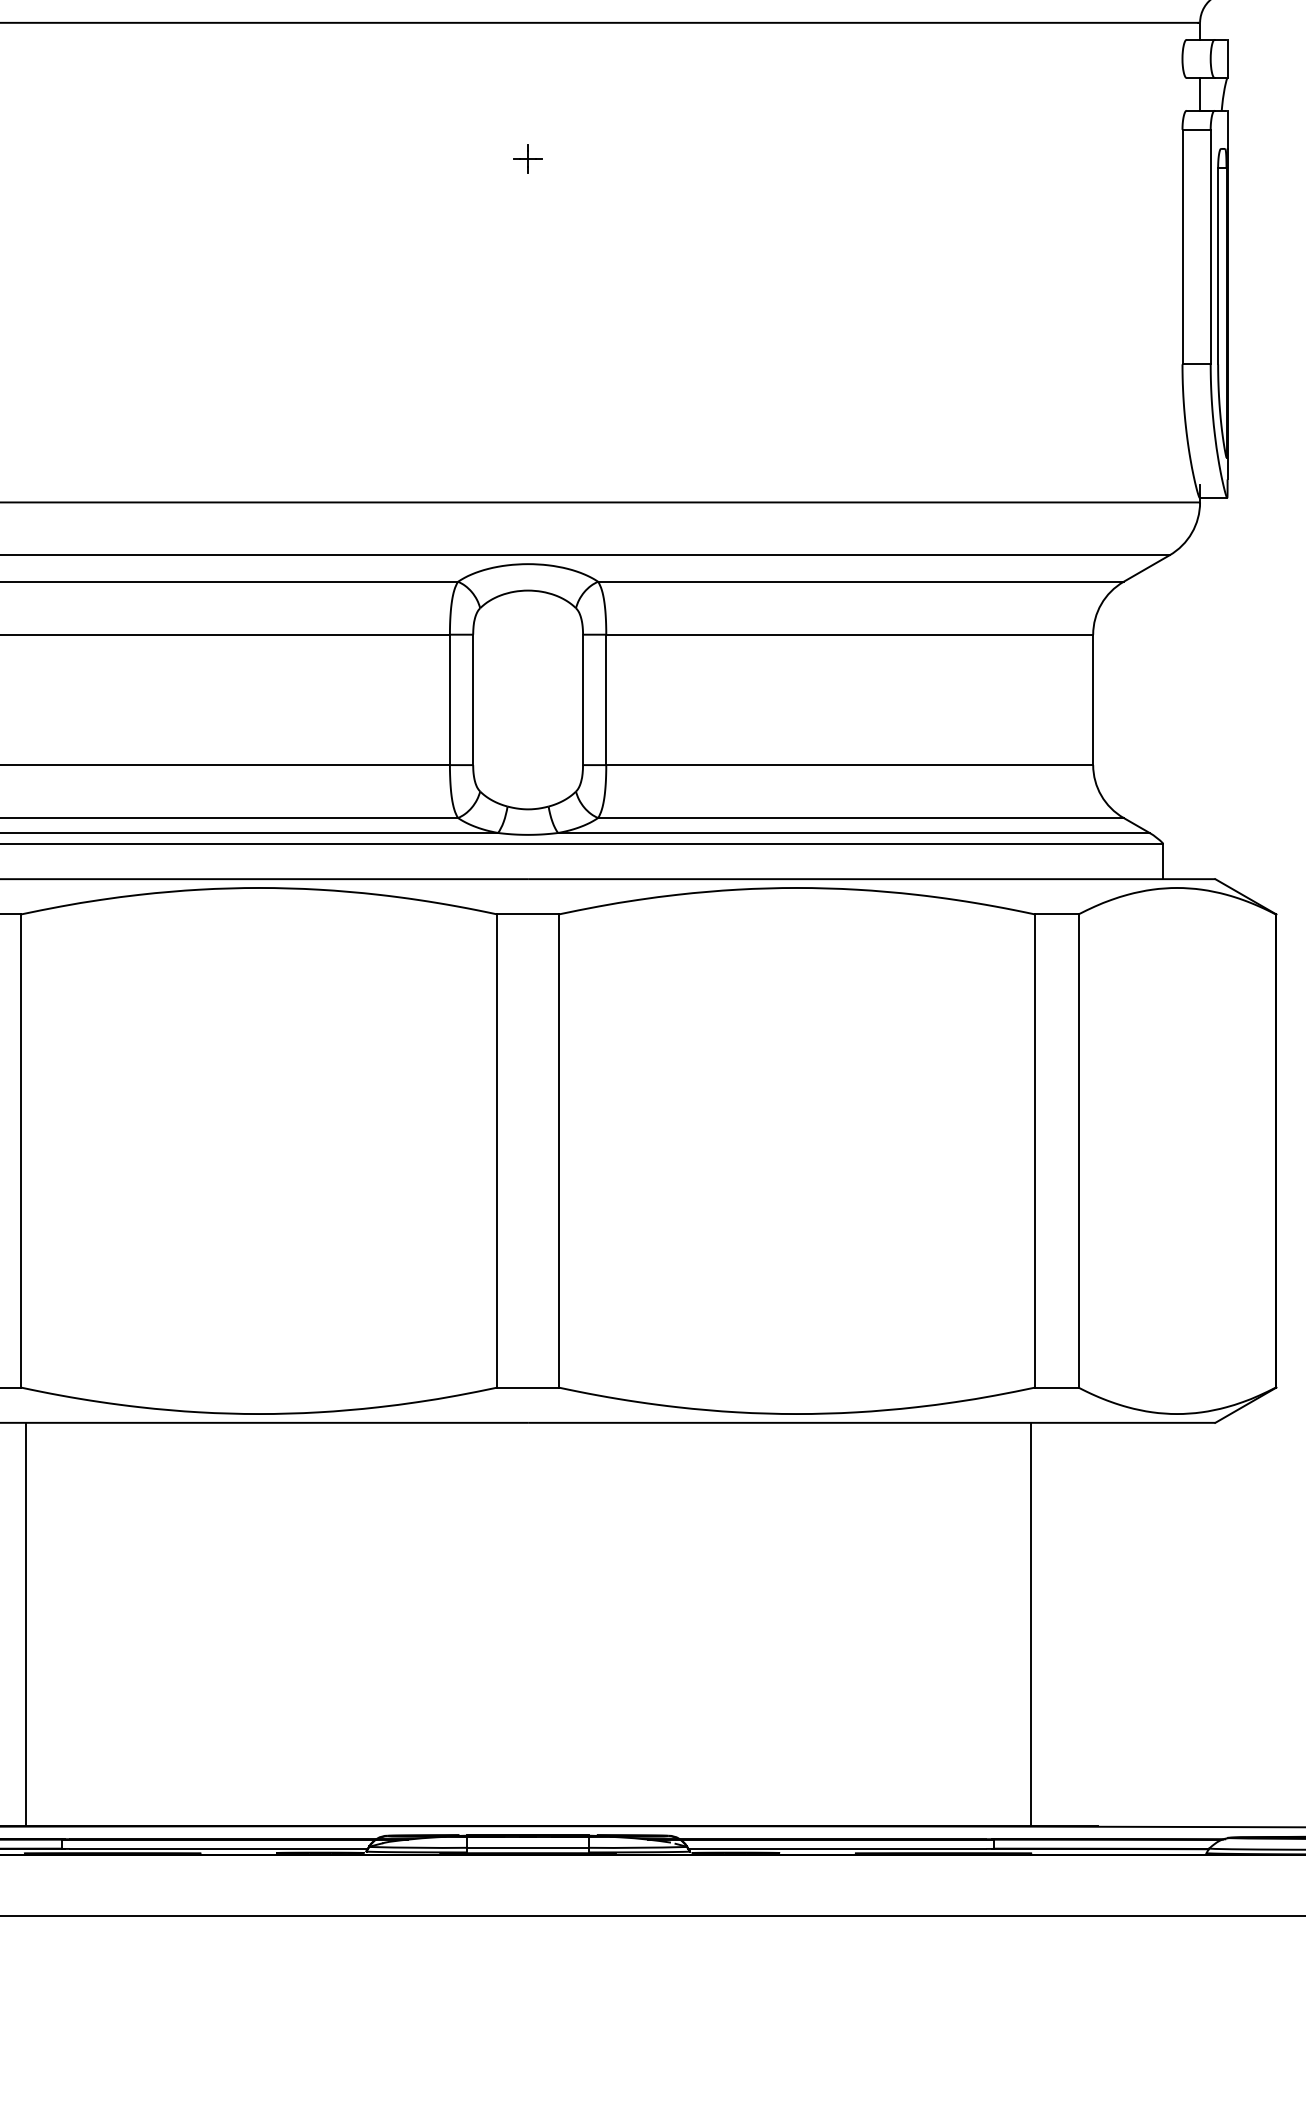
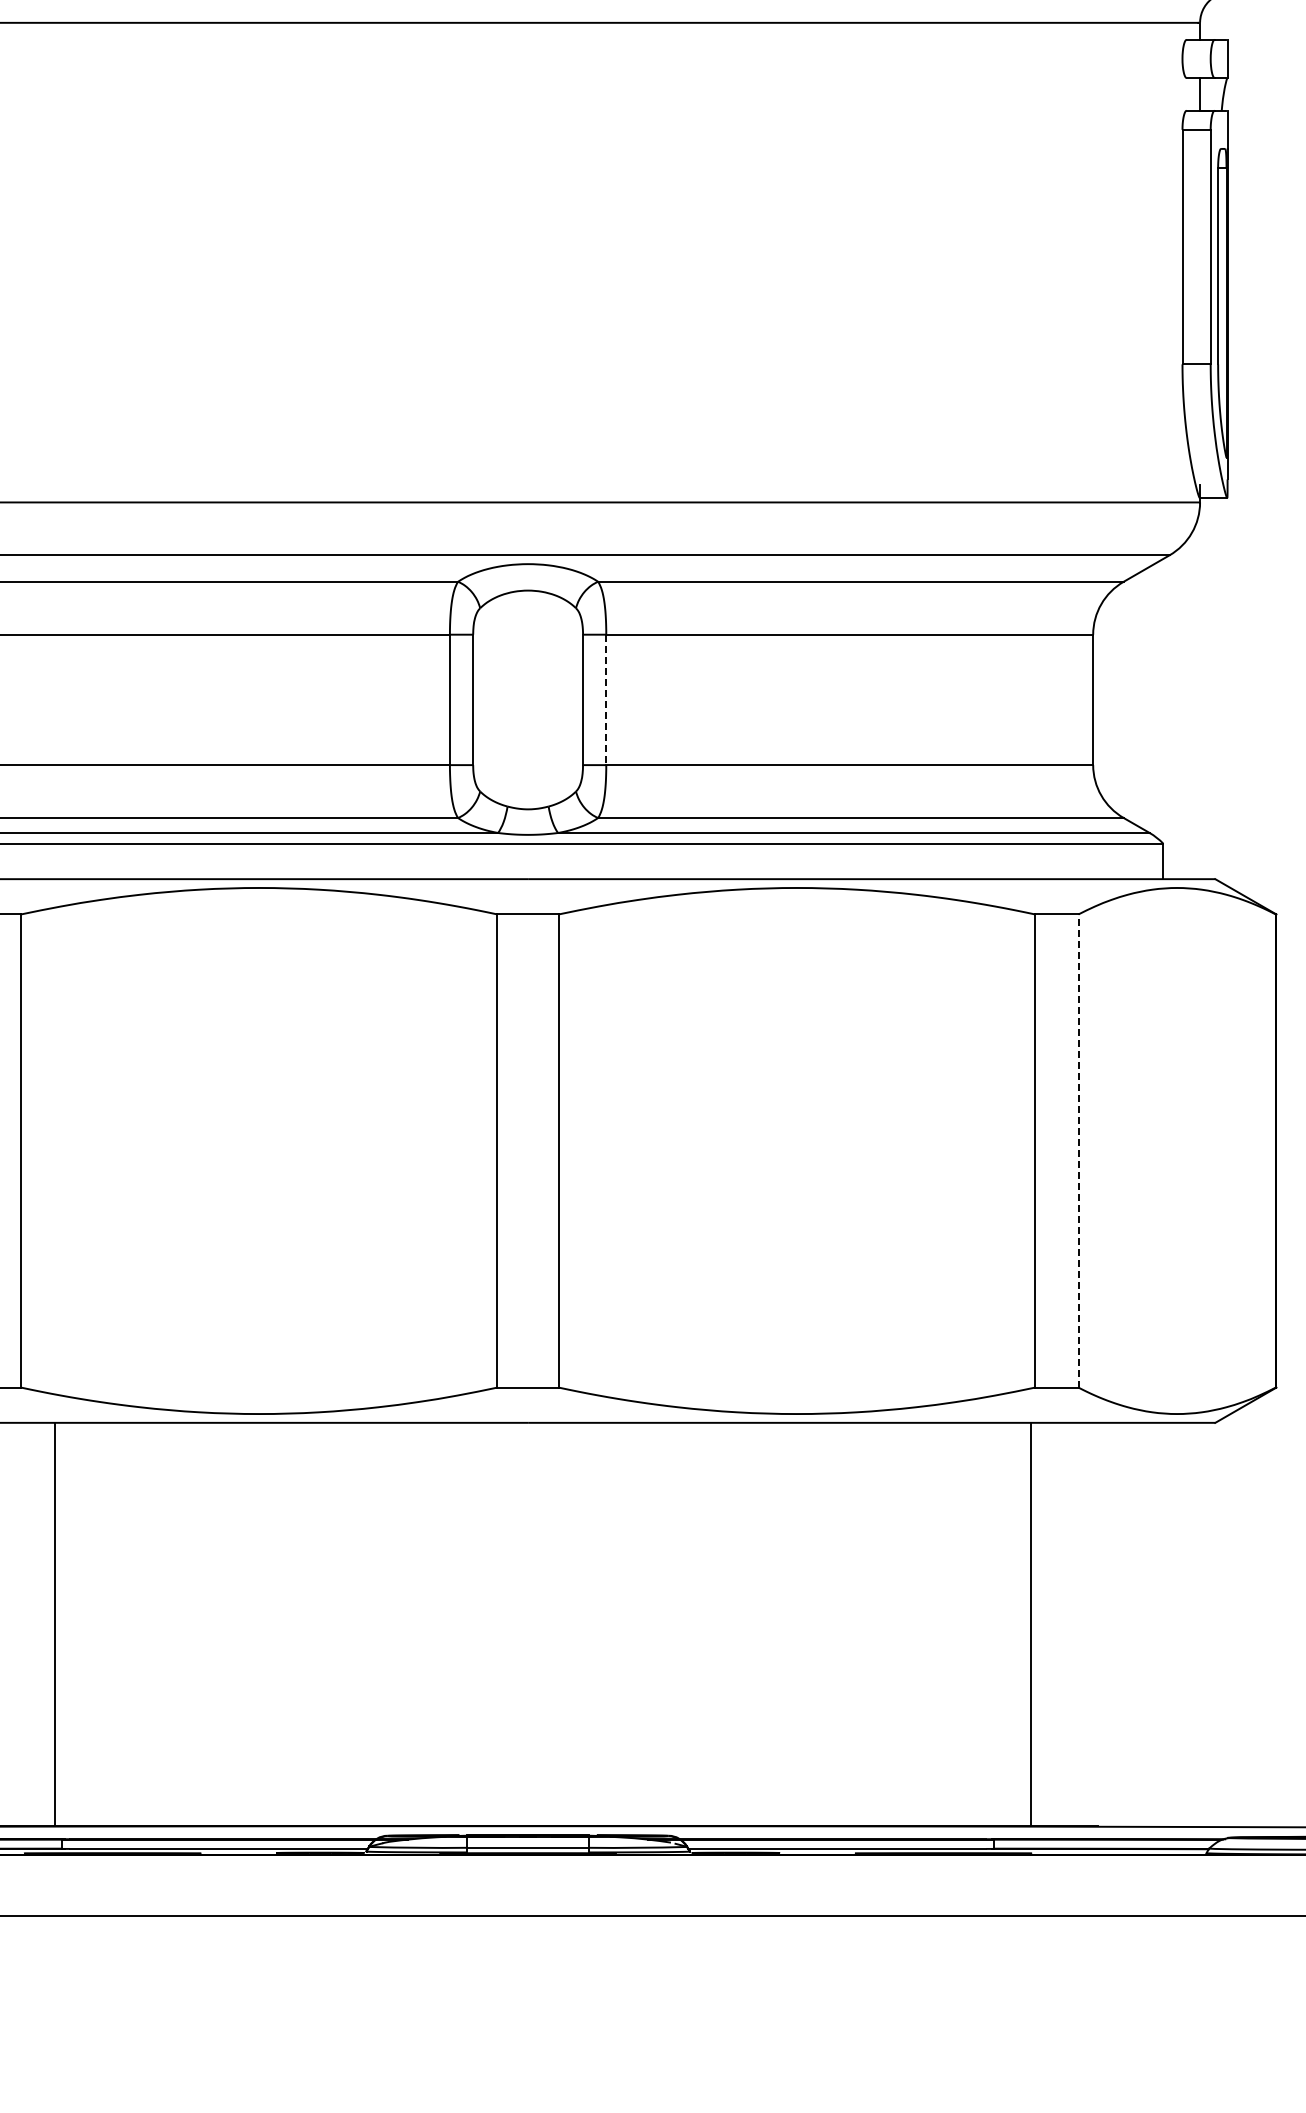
part at (527, 158): present -> none
line at (606, 700): solid -> dashed
line at (1078, 1151): solid -> dashed
line at (25, 1624) position: (25, 1624) -> (54, 1624)
